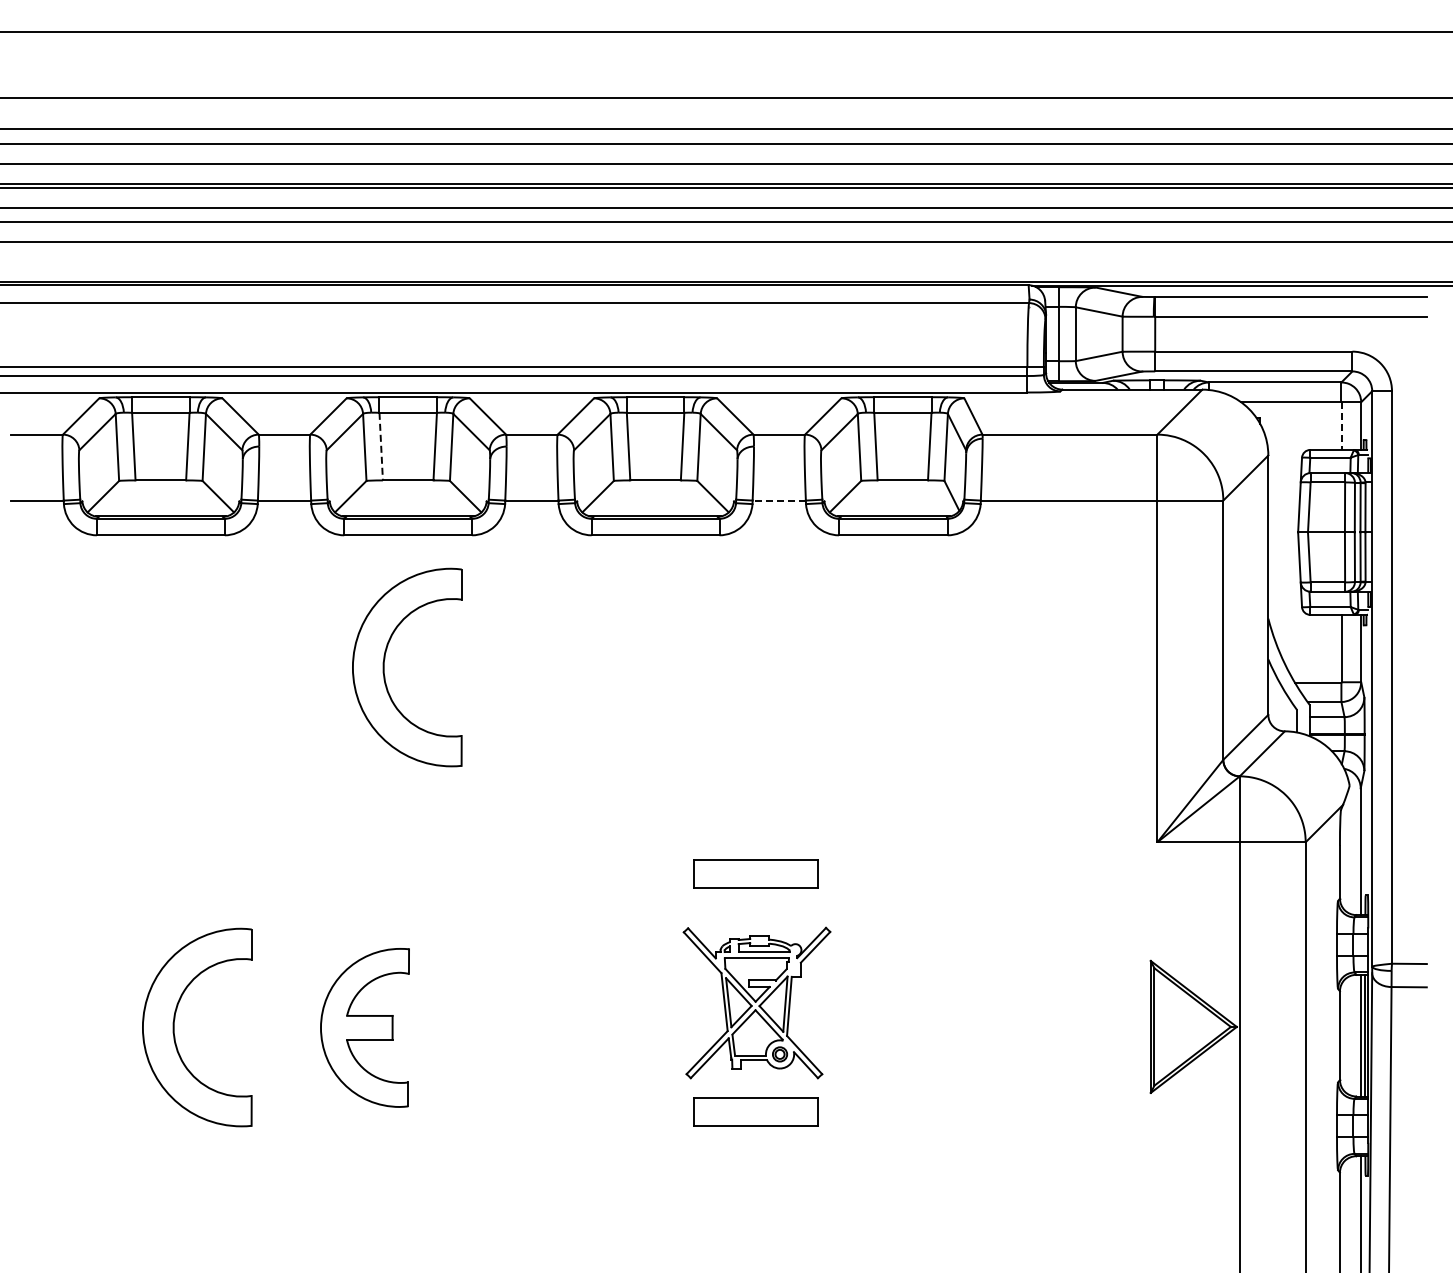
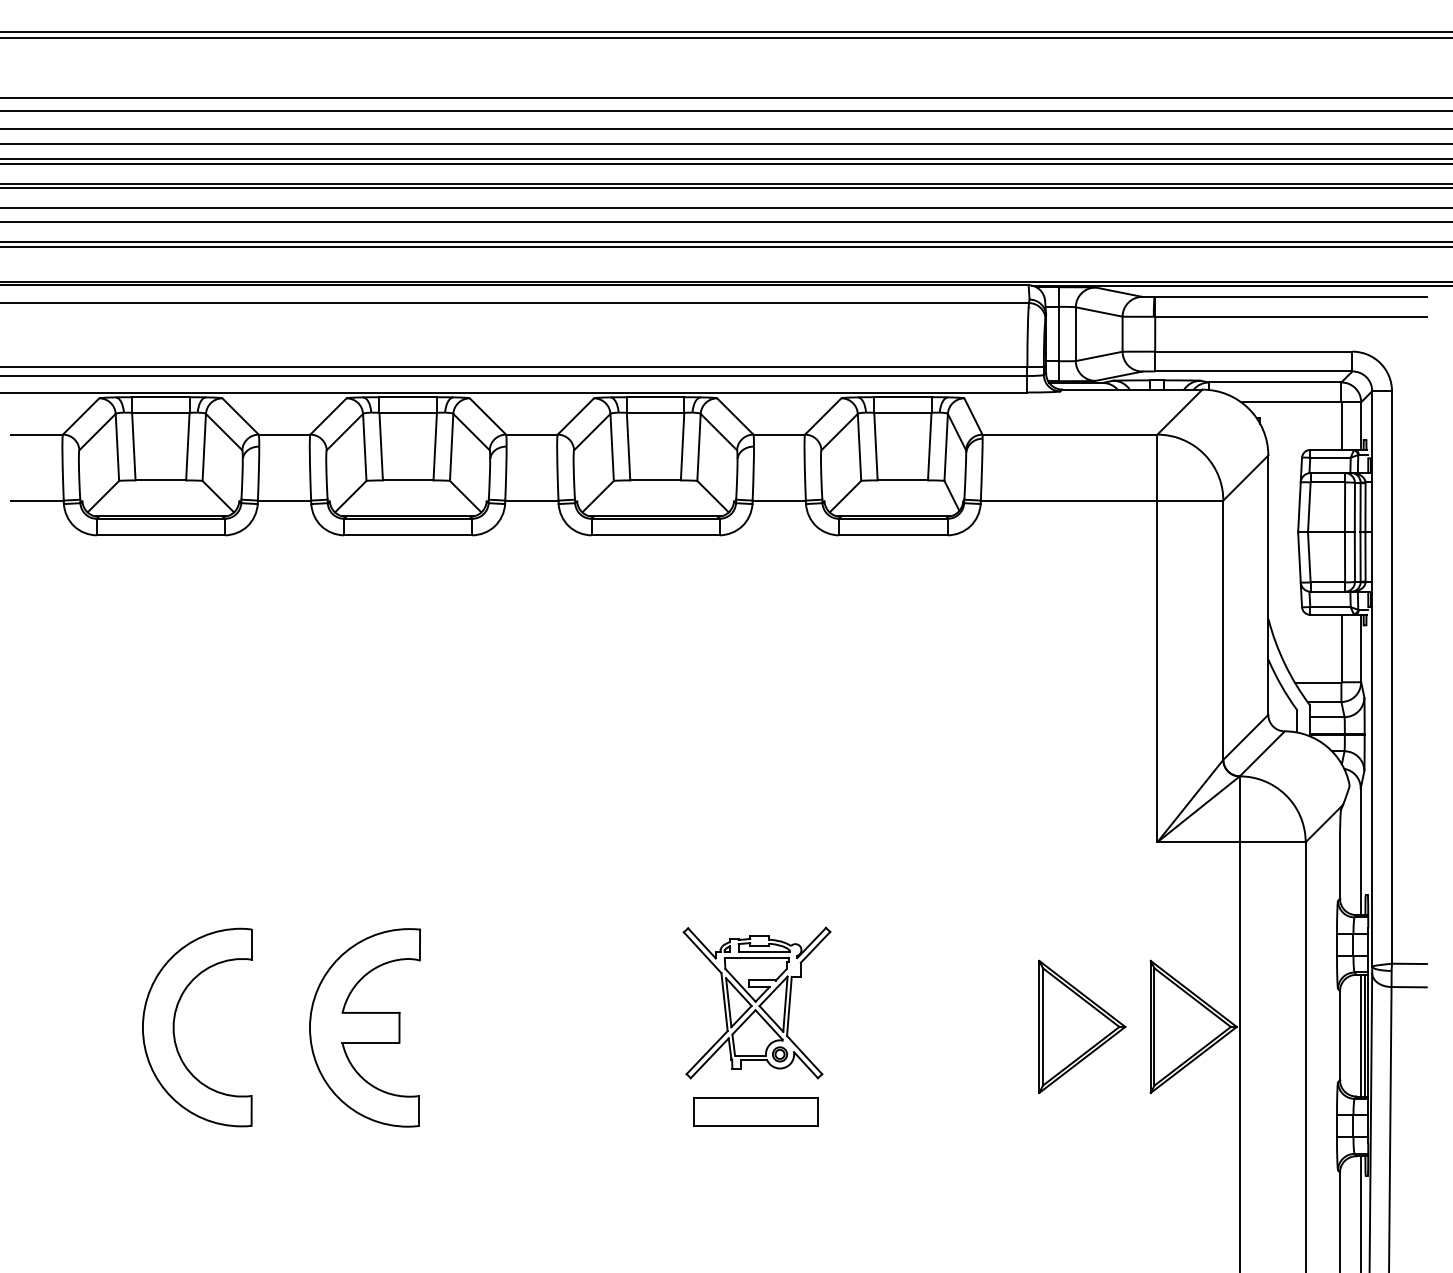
line at (725, 38): none -> present
line at (725, 111): none -> present
line at (725, 159): none -> present
line at (725, 246): none -> present
line at (1341, 426): dashed -> solid
line at (381, 446): dashed -> solid
line at (779, 500): dashed -> solid
part at (384, 667): present -> none
part at (755, 873): present -> none
part at (1082, 1026): none -> present
part at (364, 1027) size: 90x160 px -> 112x200 px
